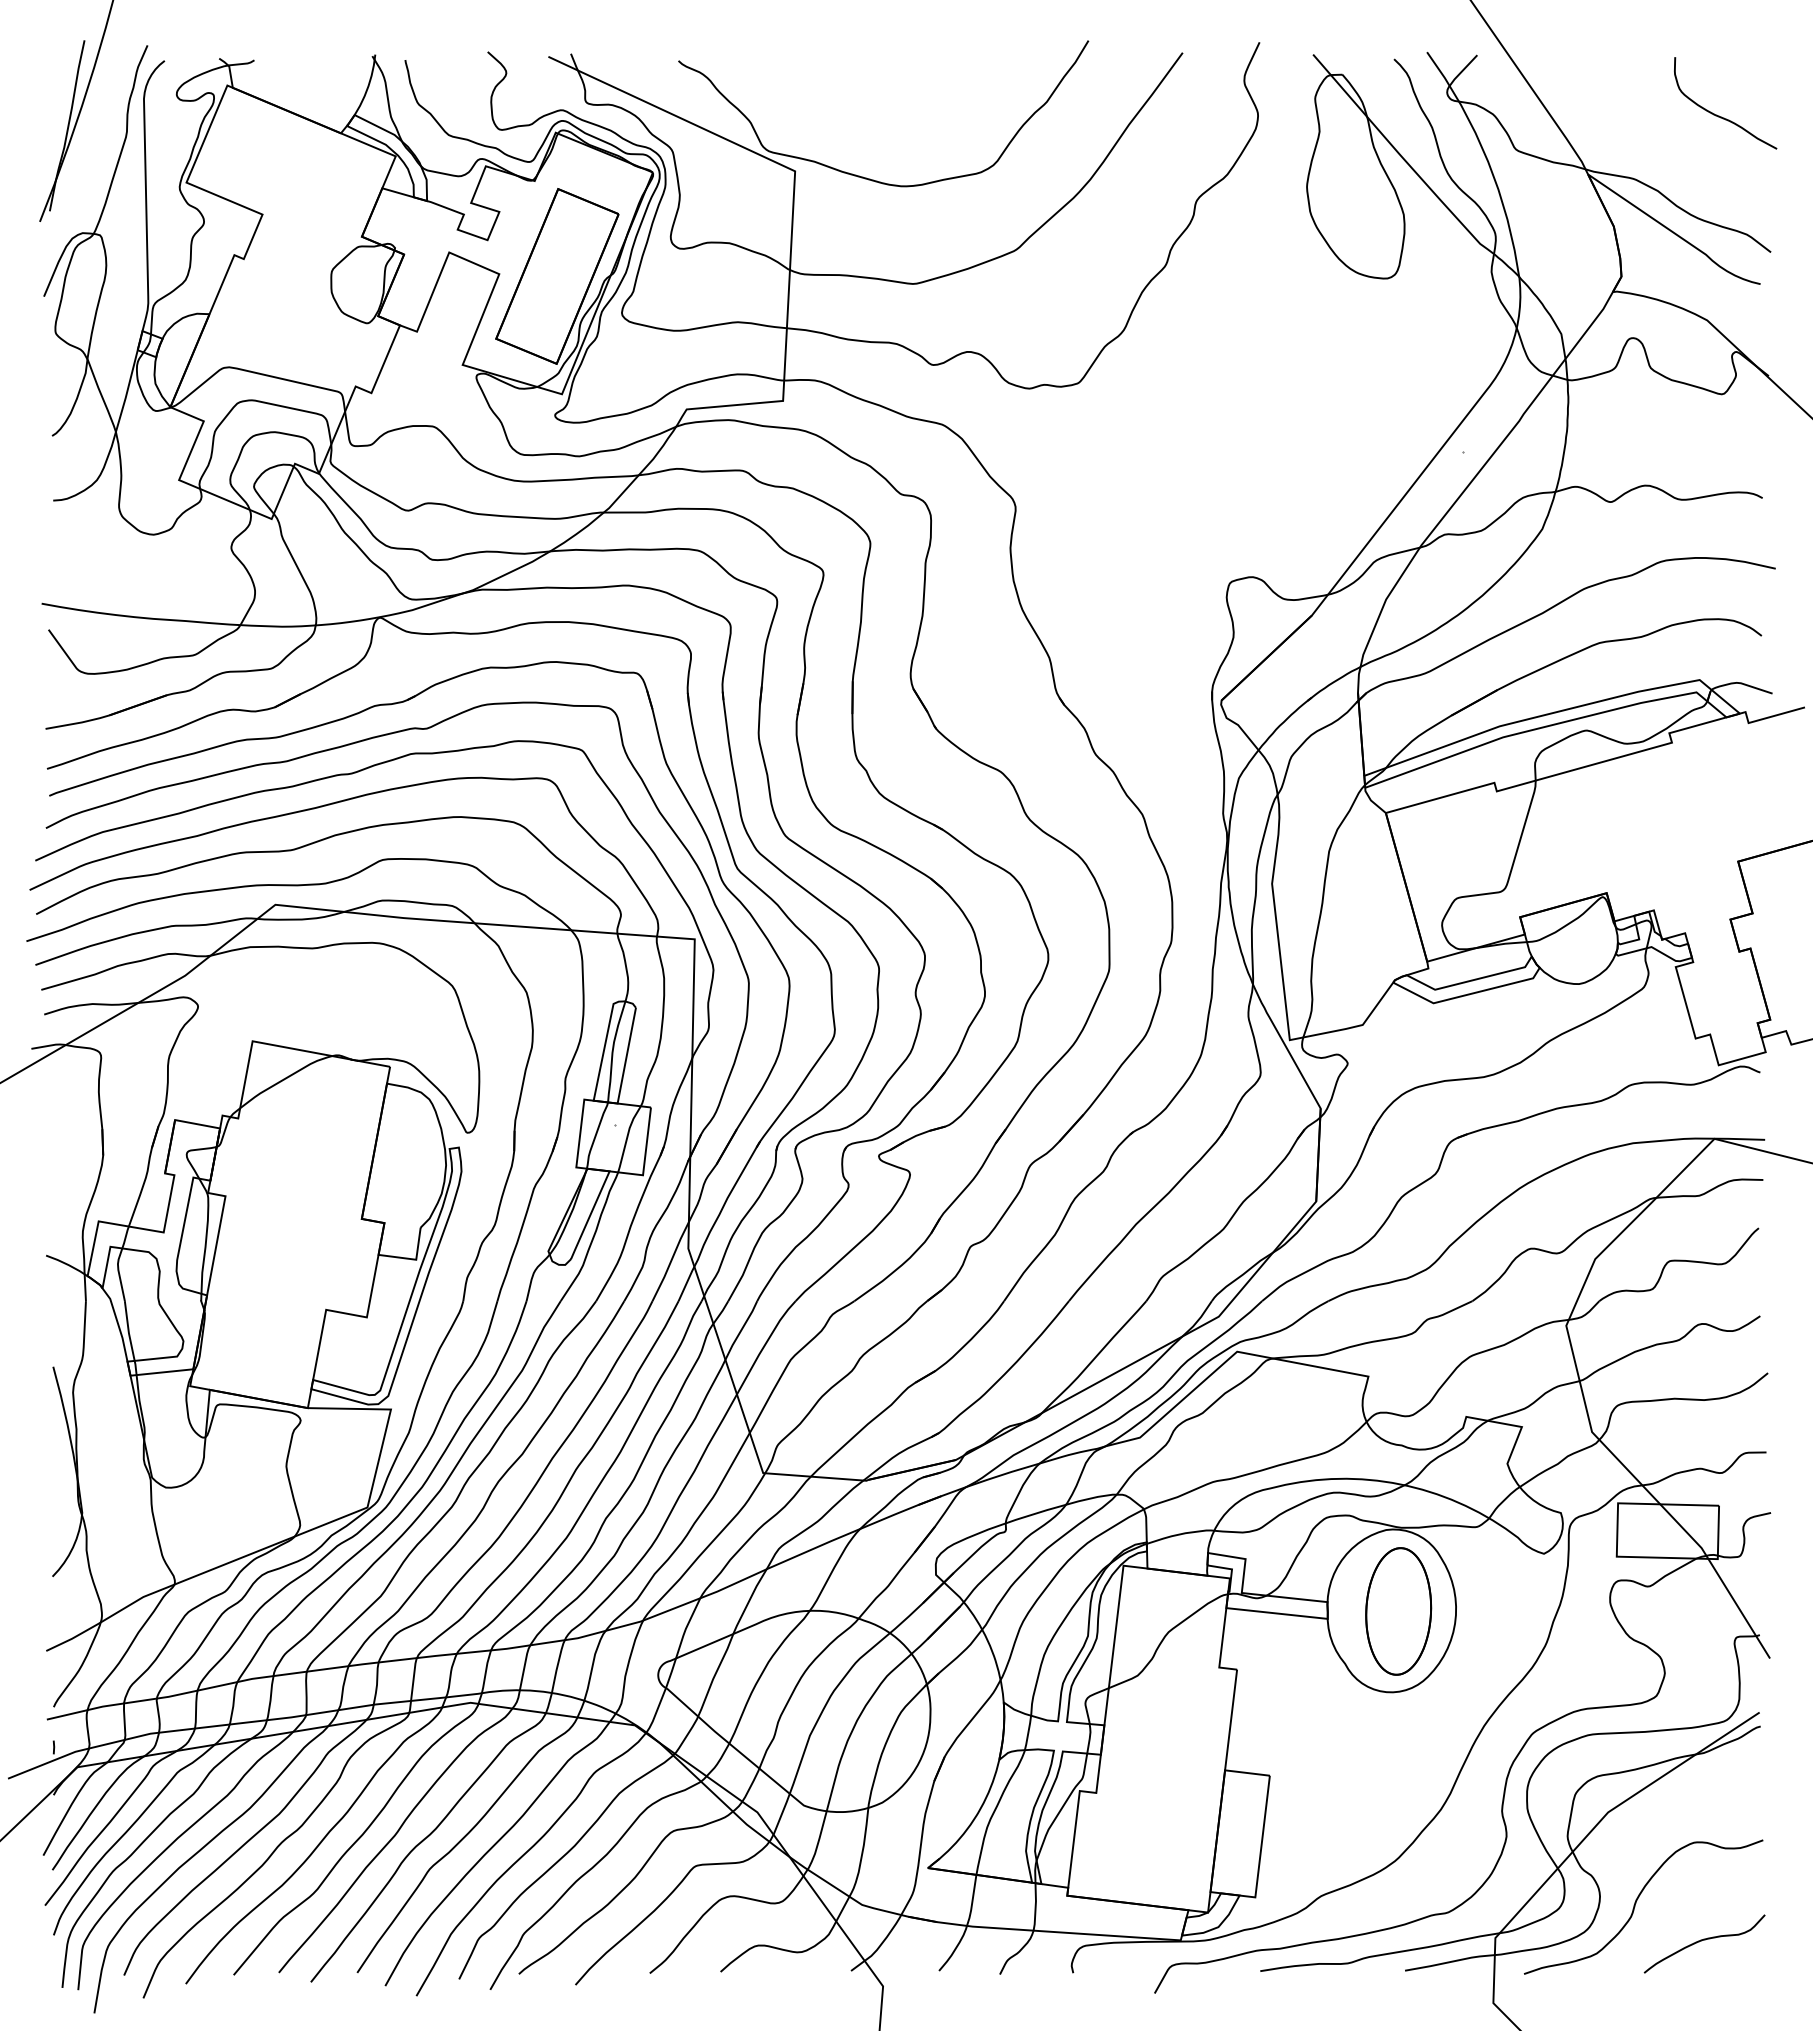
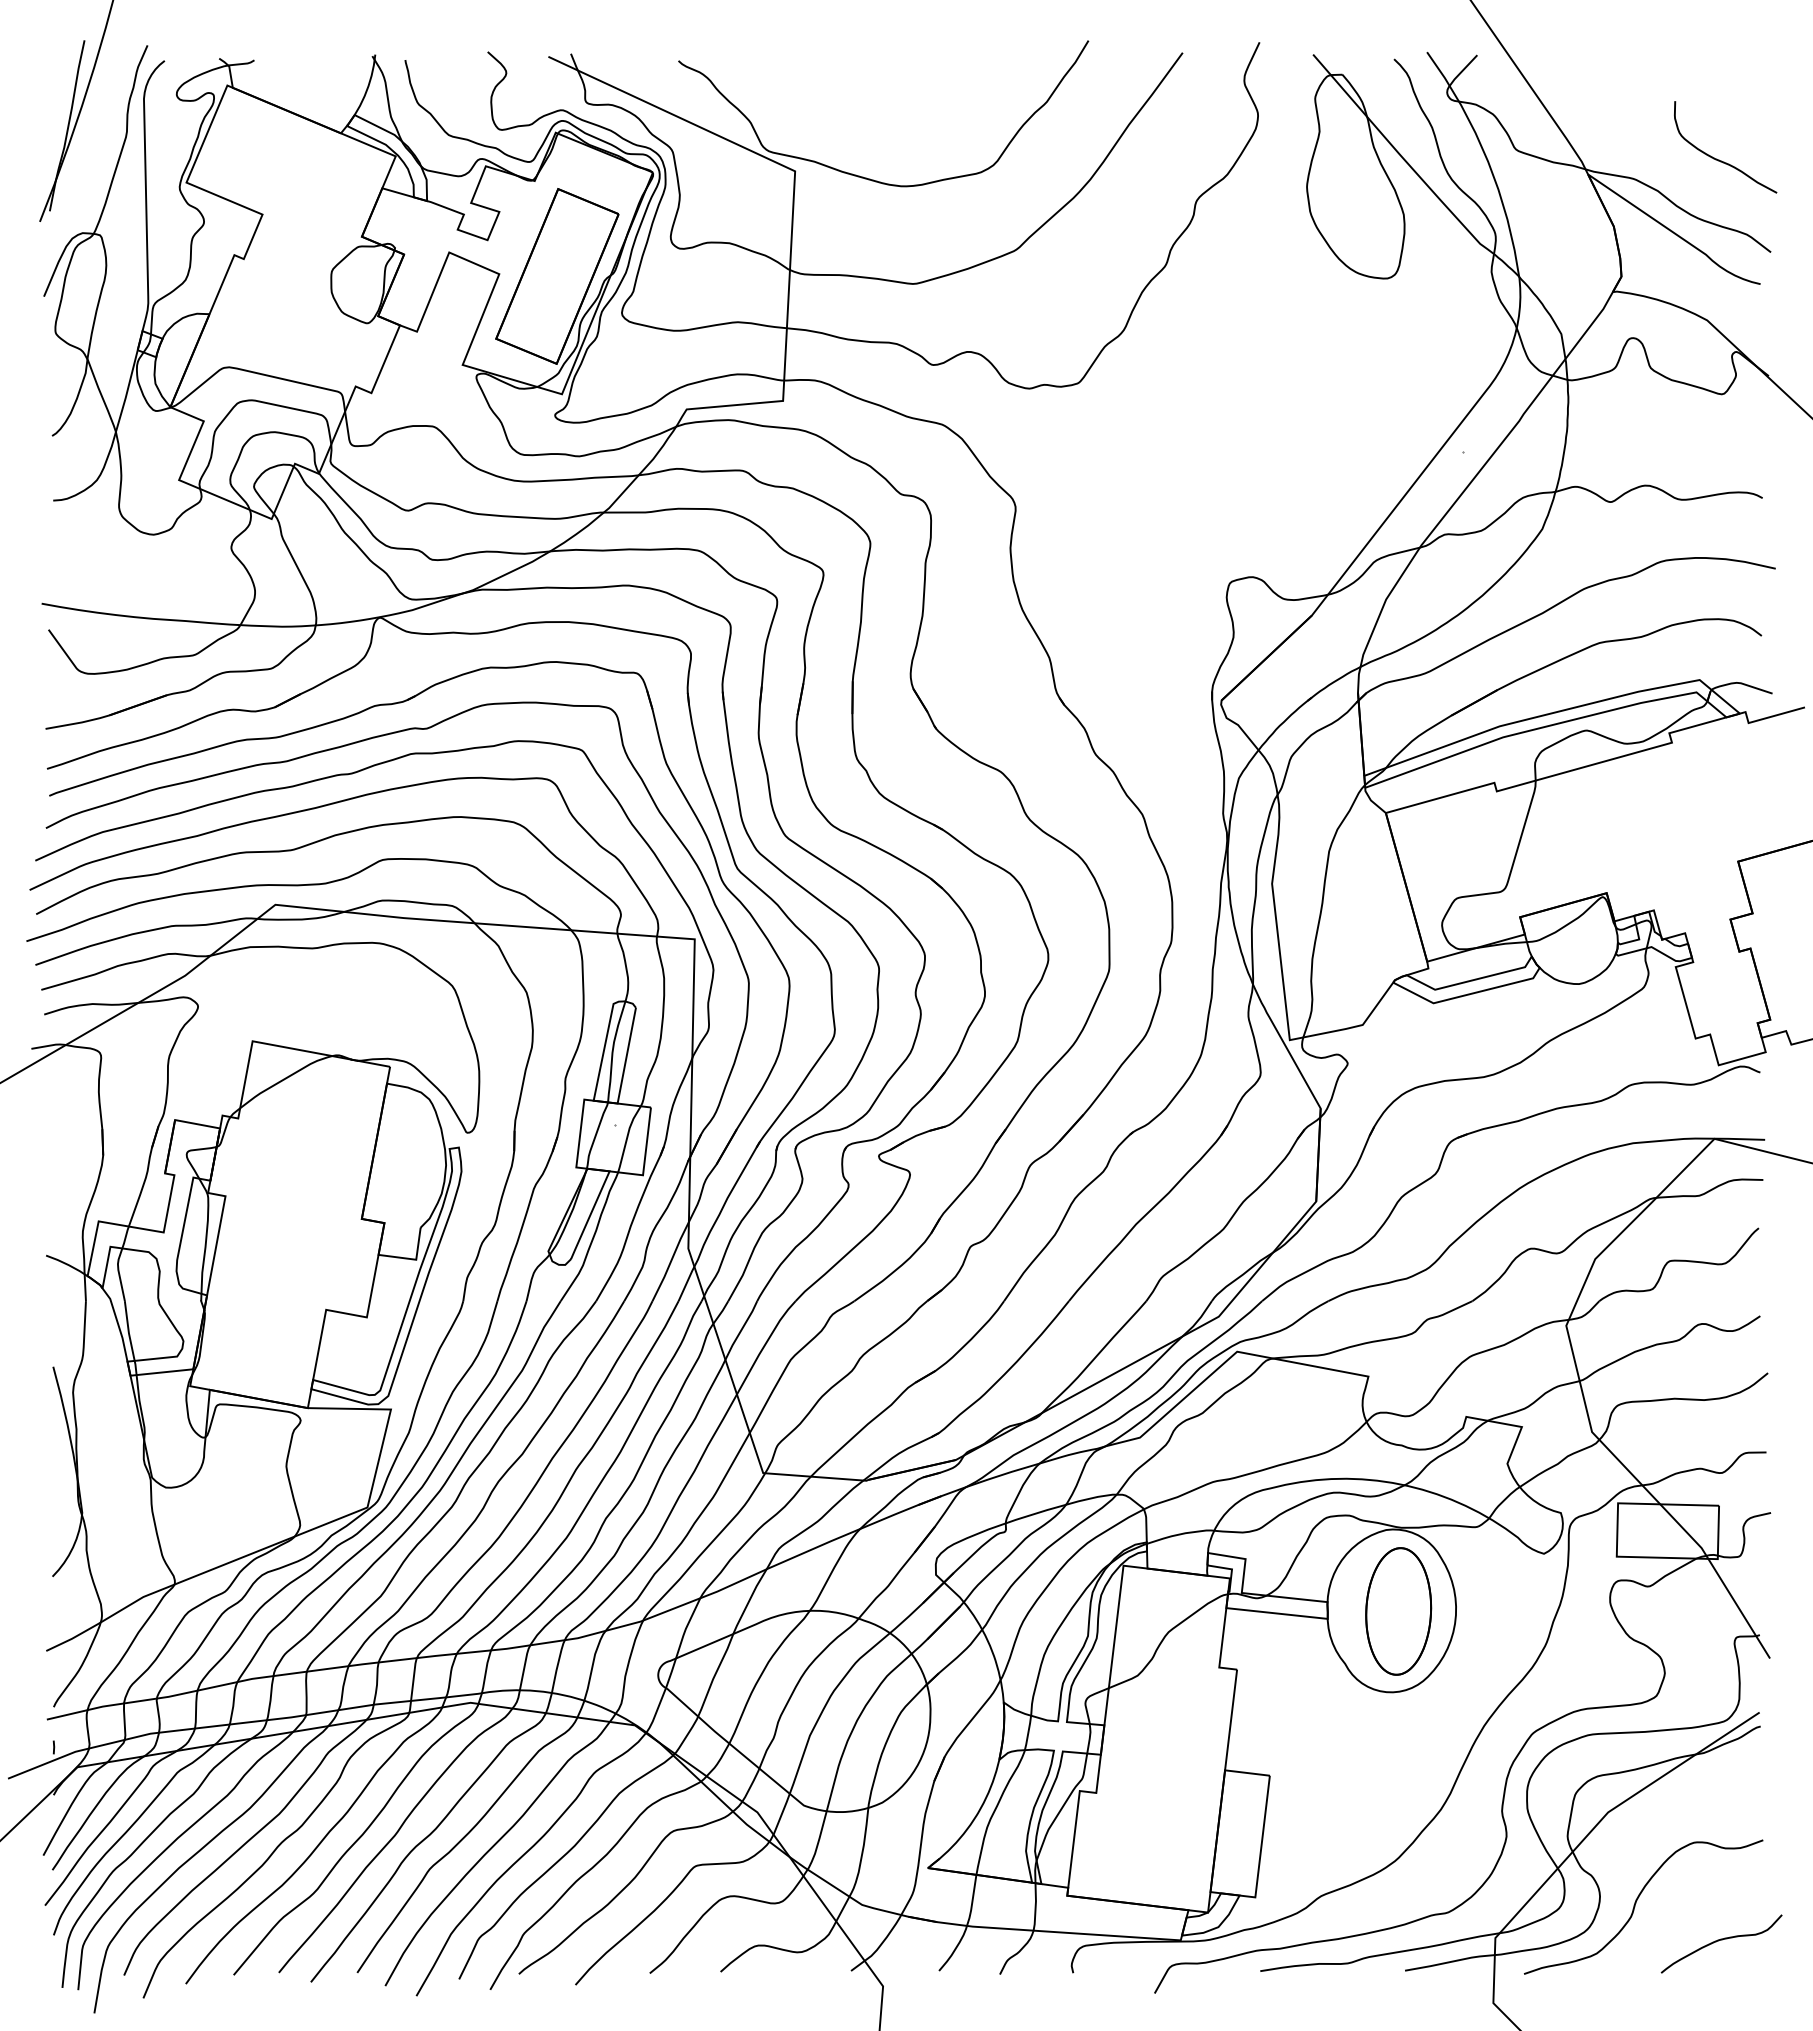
curve at (1719, 115) position: (1719, 115) -> (1719, 159)
curve at (1704, 1940) position: (1704, 1940) -> (1721, 1940)
